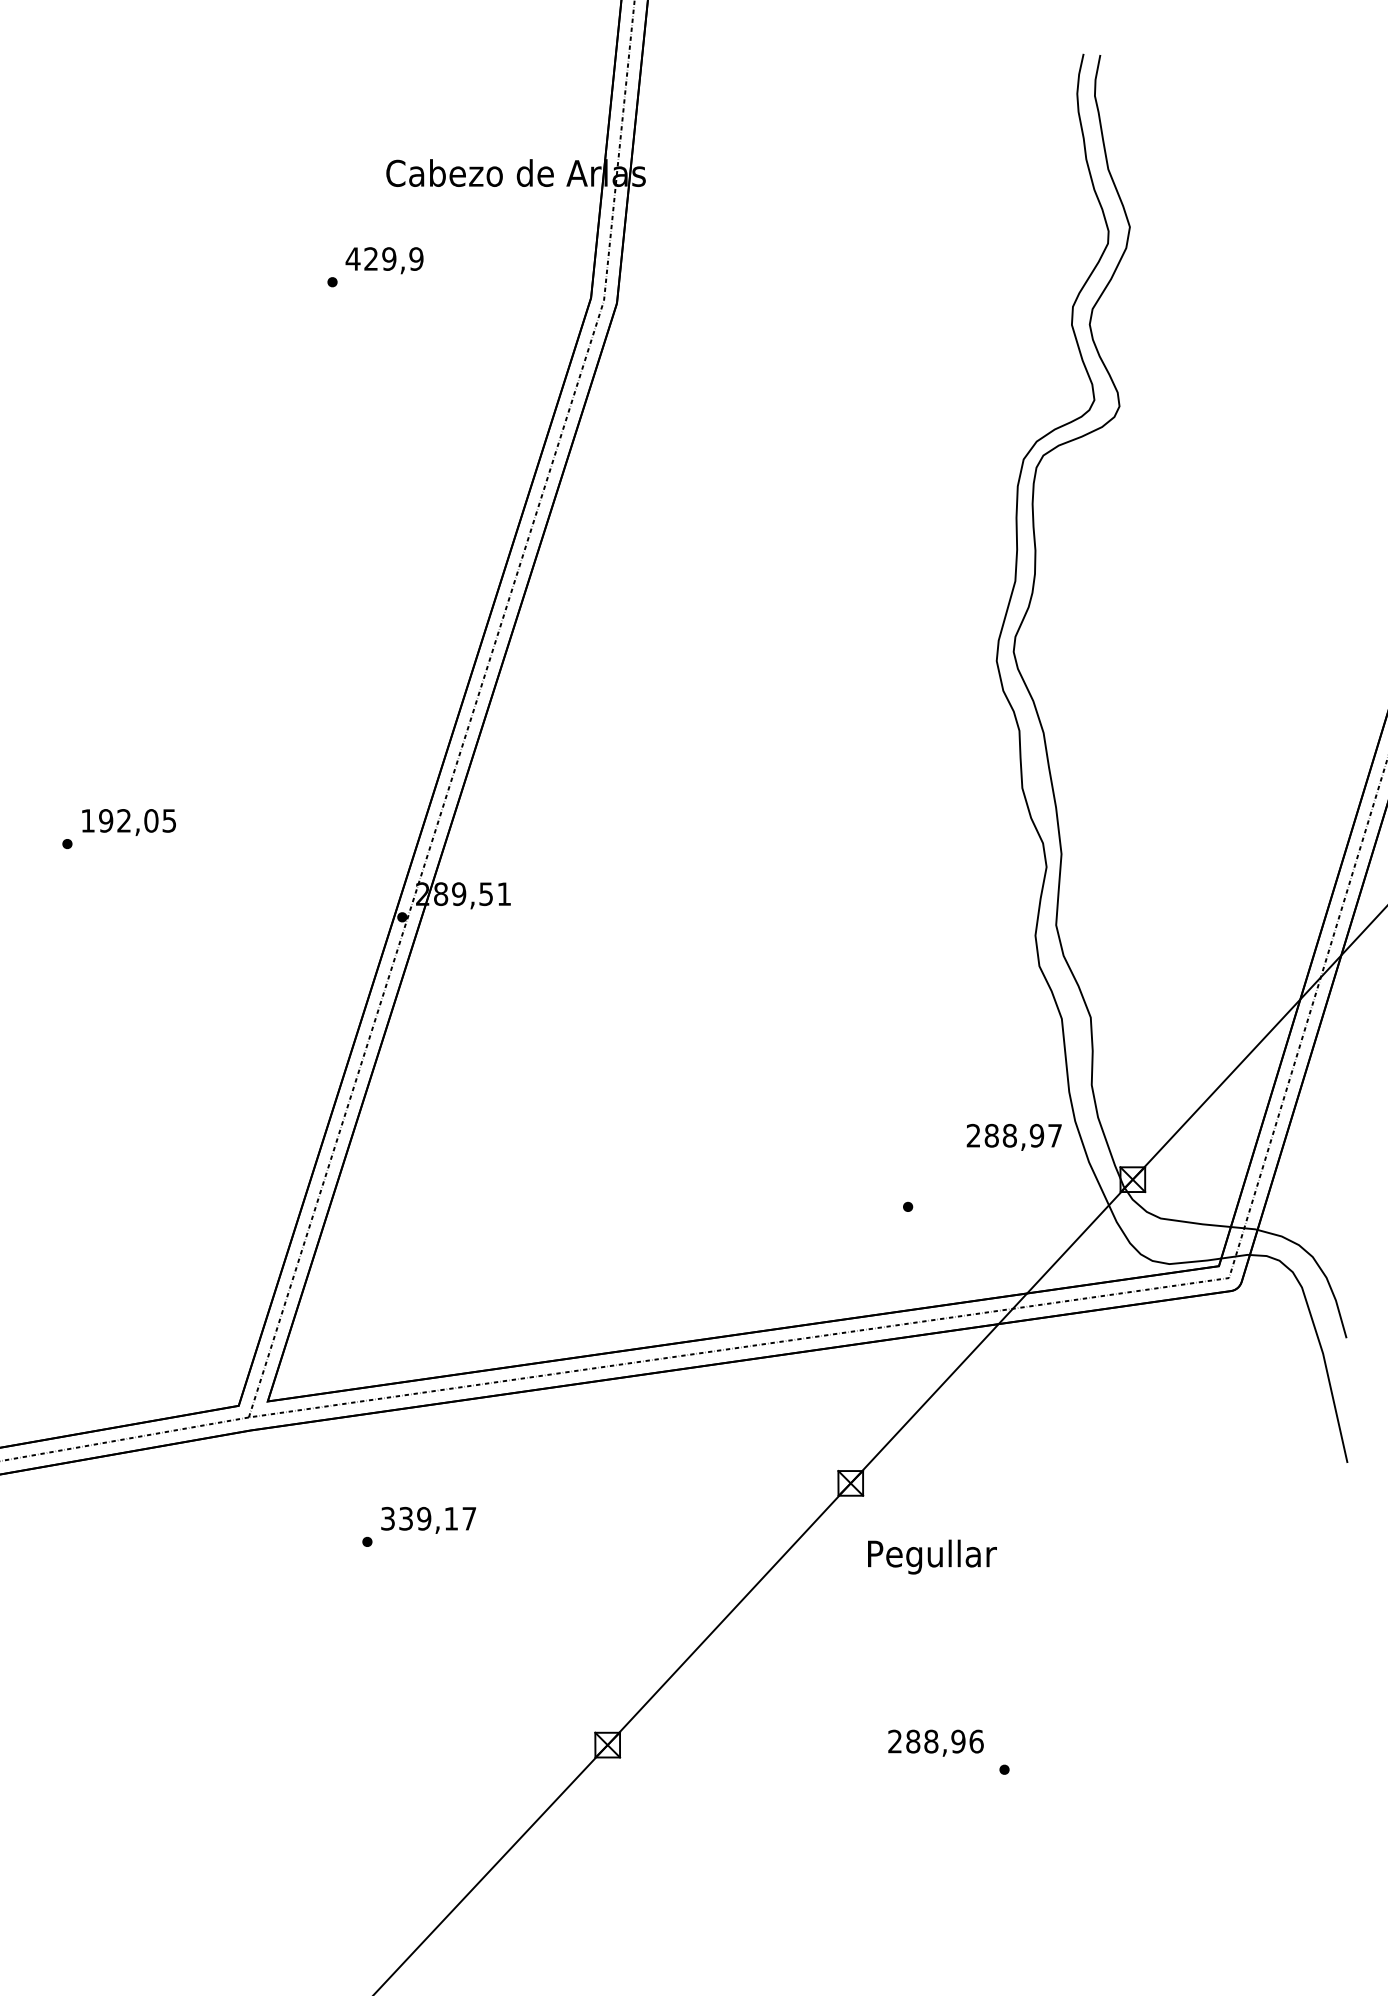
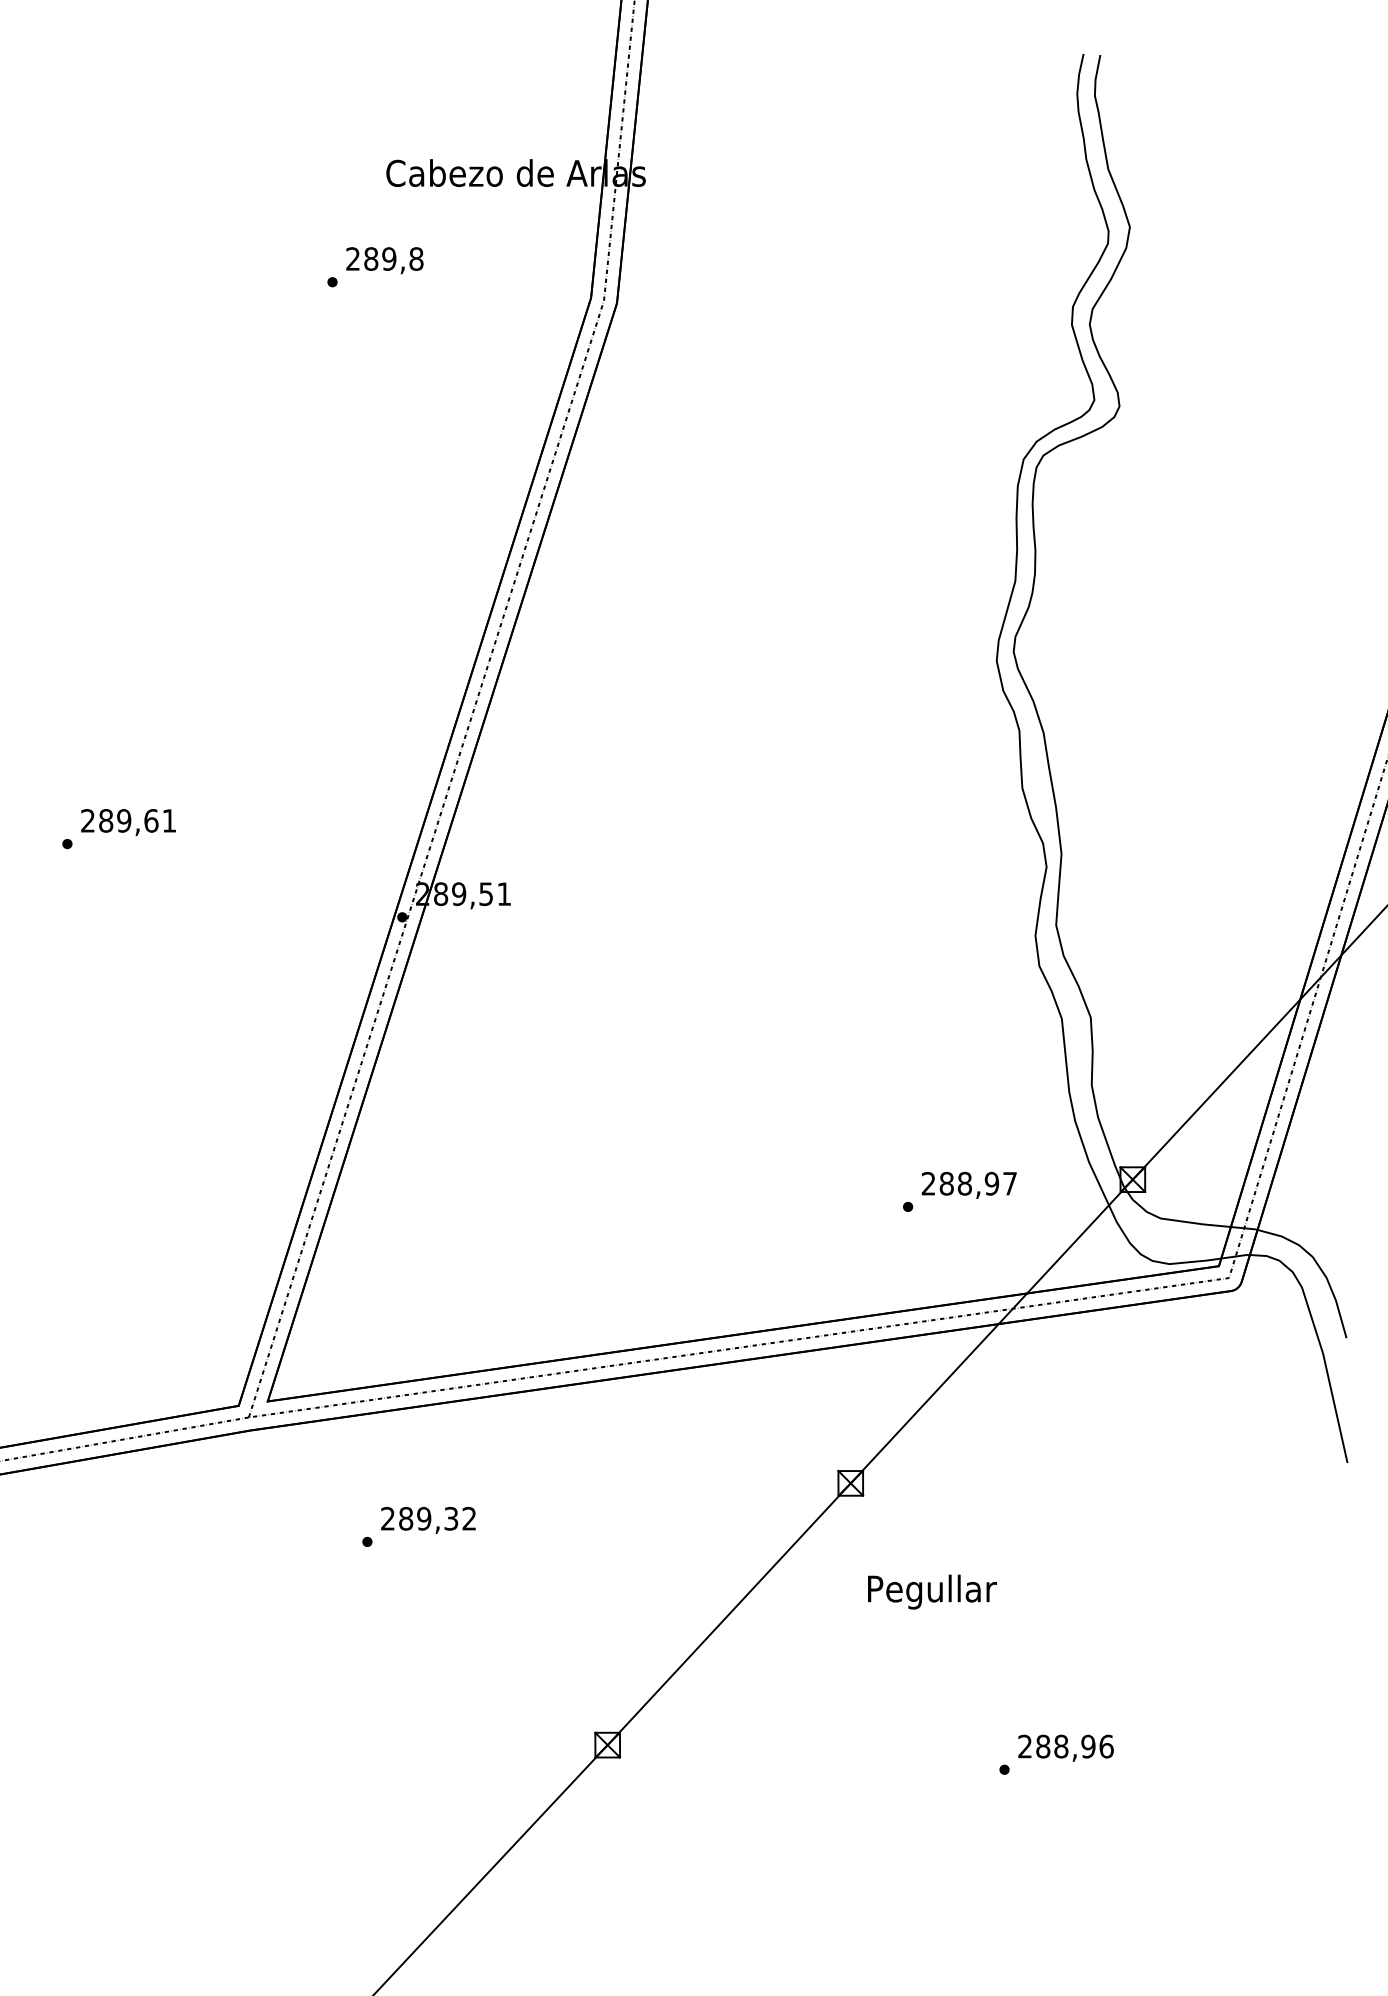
text at (384, 258): 429,9 -> 289,8
text at (128, 820): 192,05 -> 289,61
text at (1013, 1137) position: (1013, 1137) -> (968, 1185)
text at (428, 1518): 339,17 -> 289,32
text at (932, 1556) position: (932, 1556) -> (932, 1591)
text at (935, 1742) position: (935, 1742) -> (1065, 1747)
